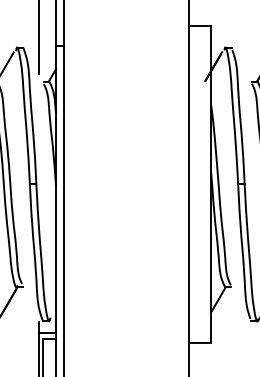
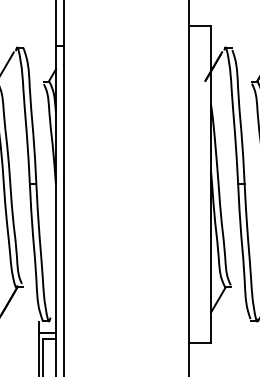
line at (39, 38): present -> none
